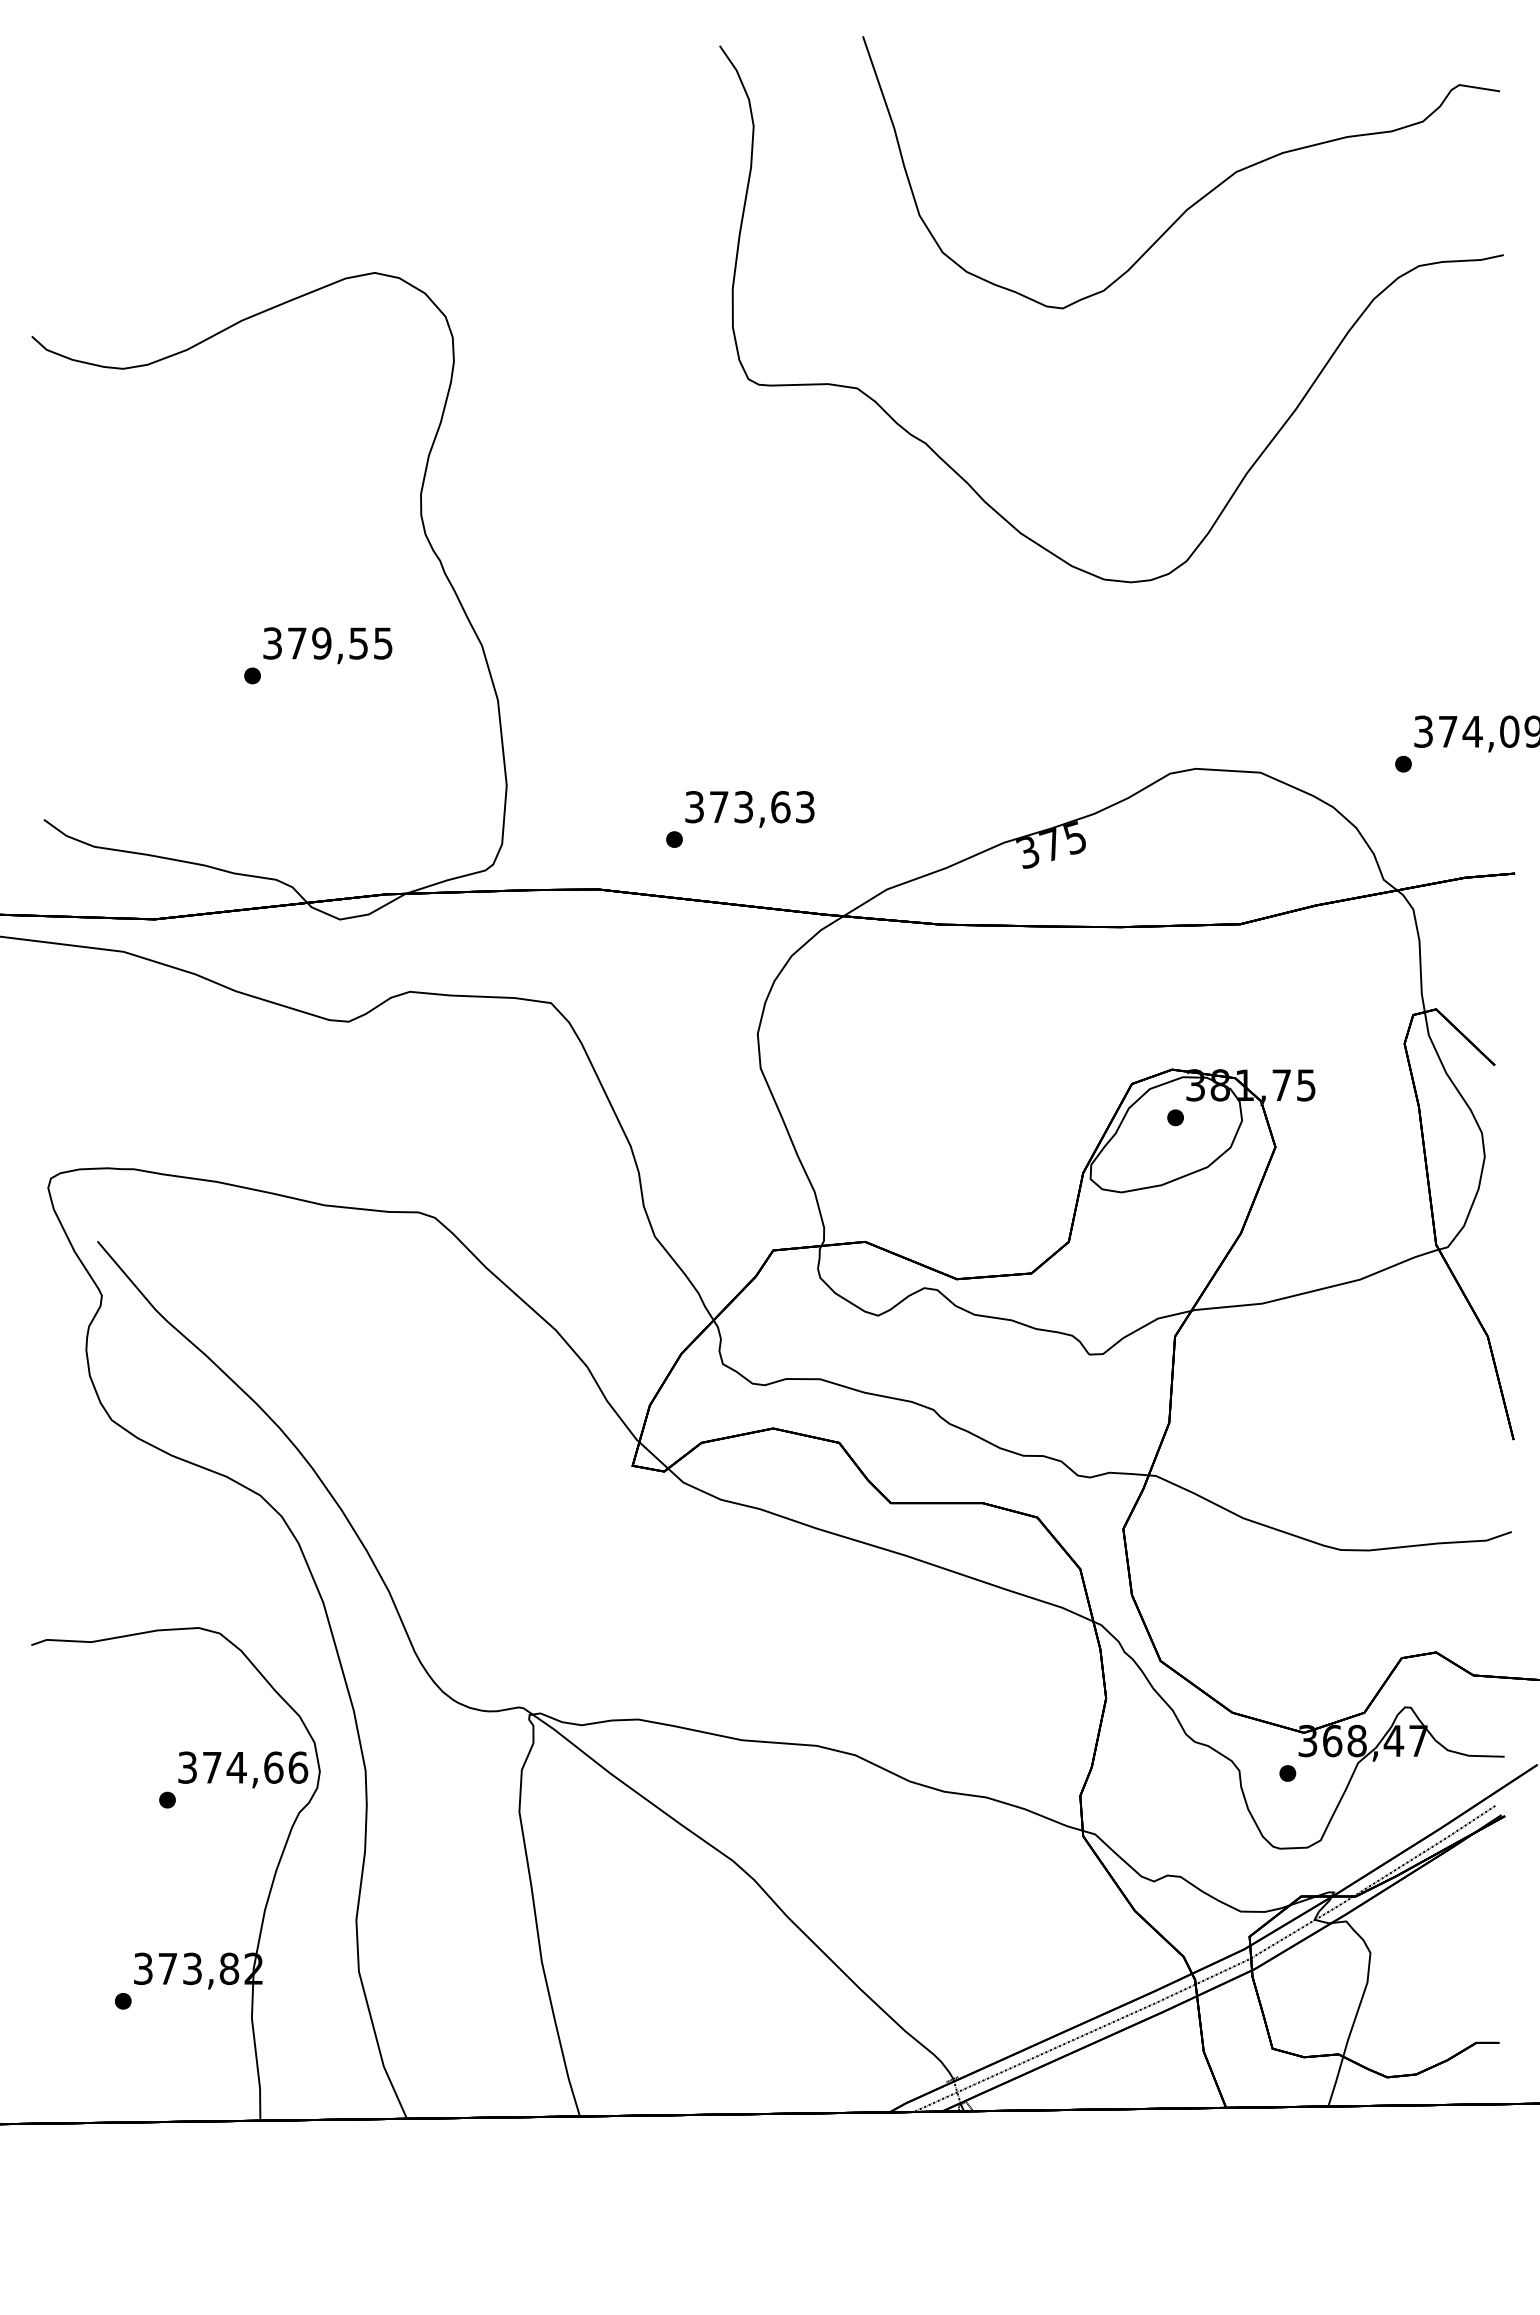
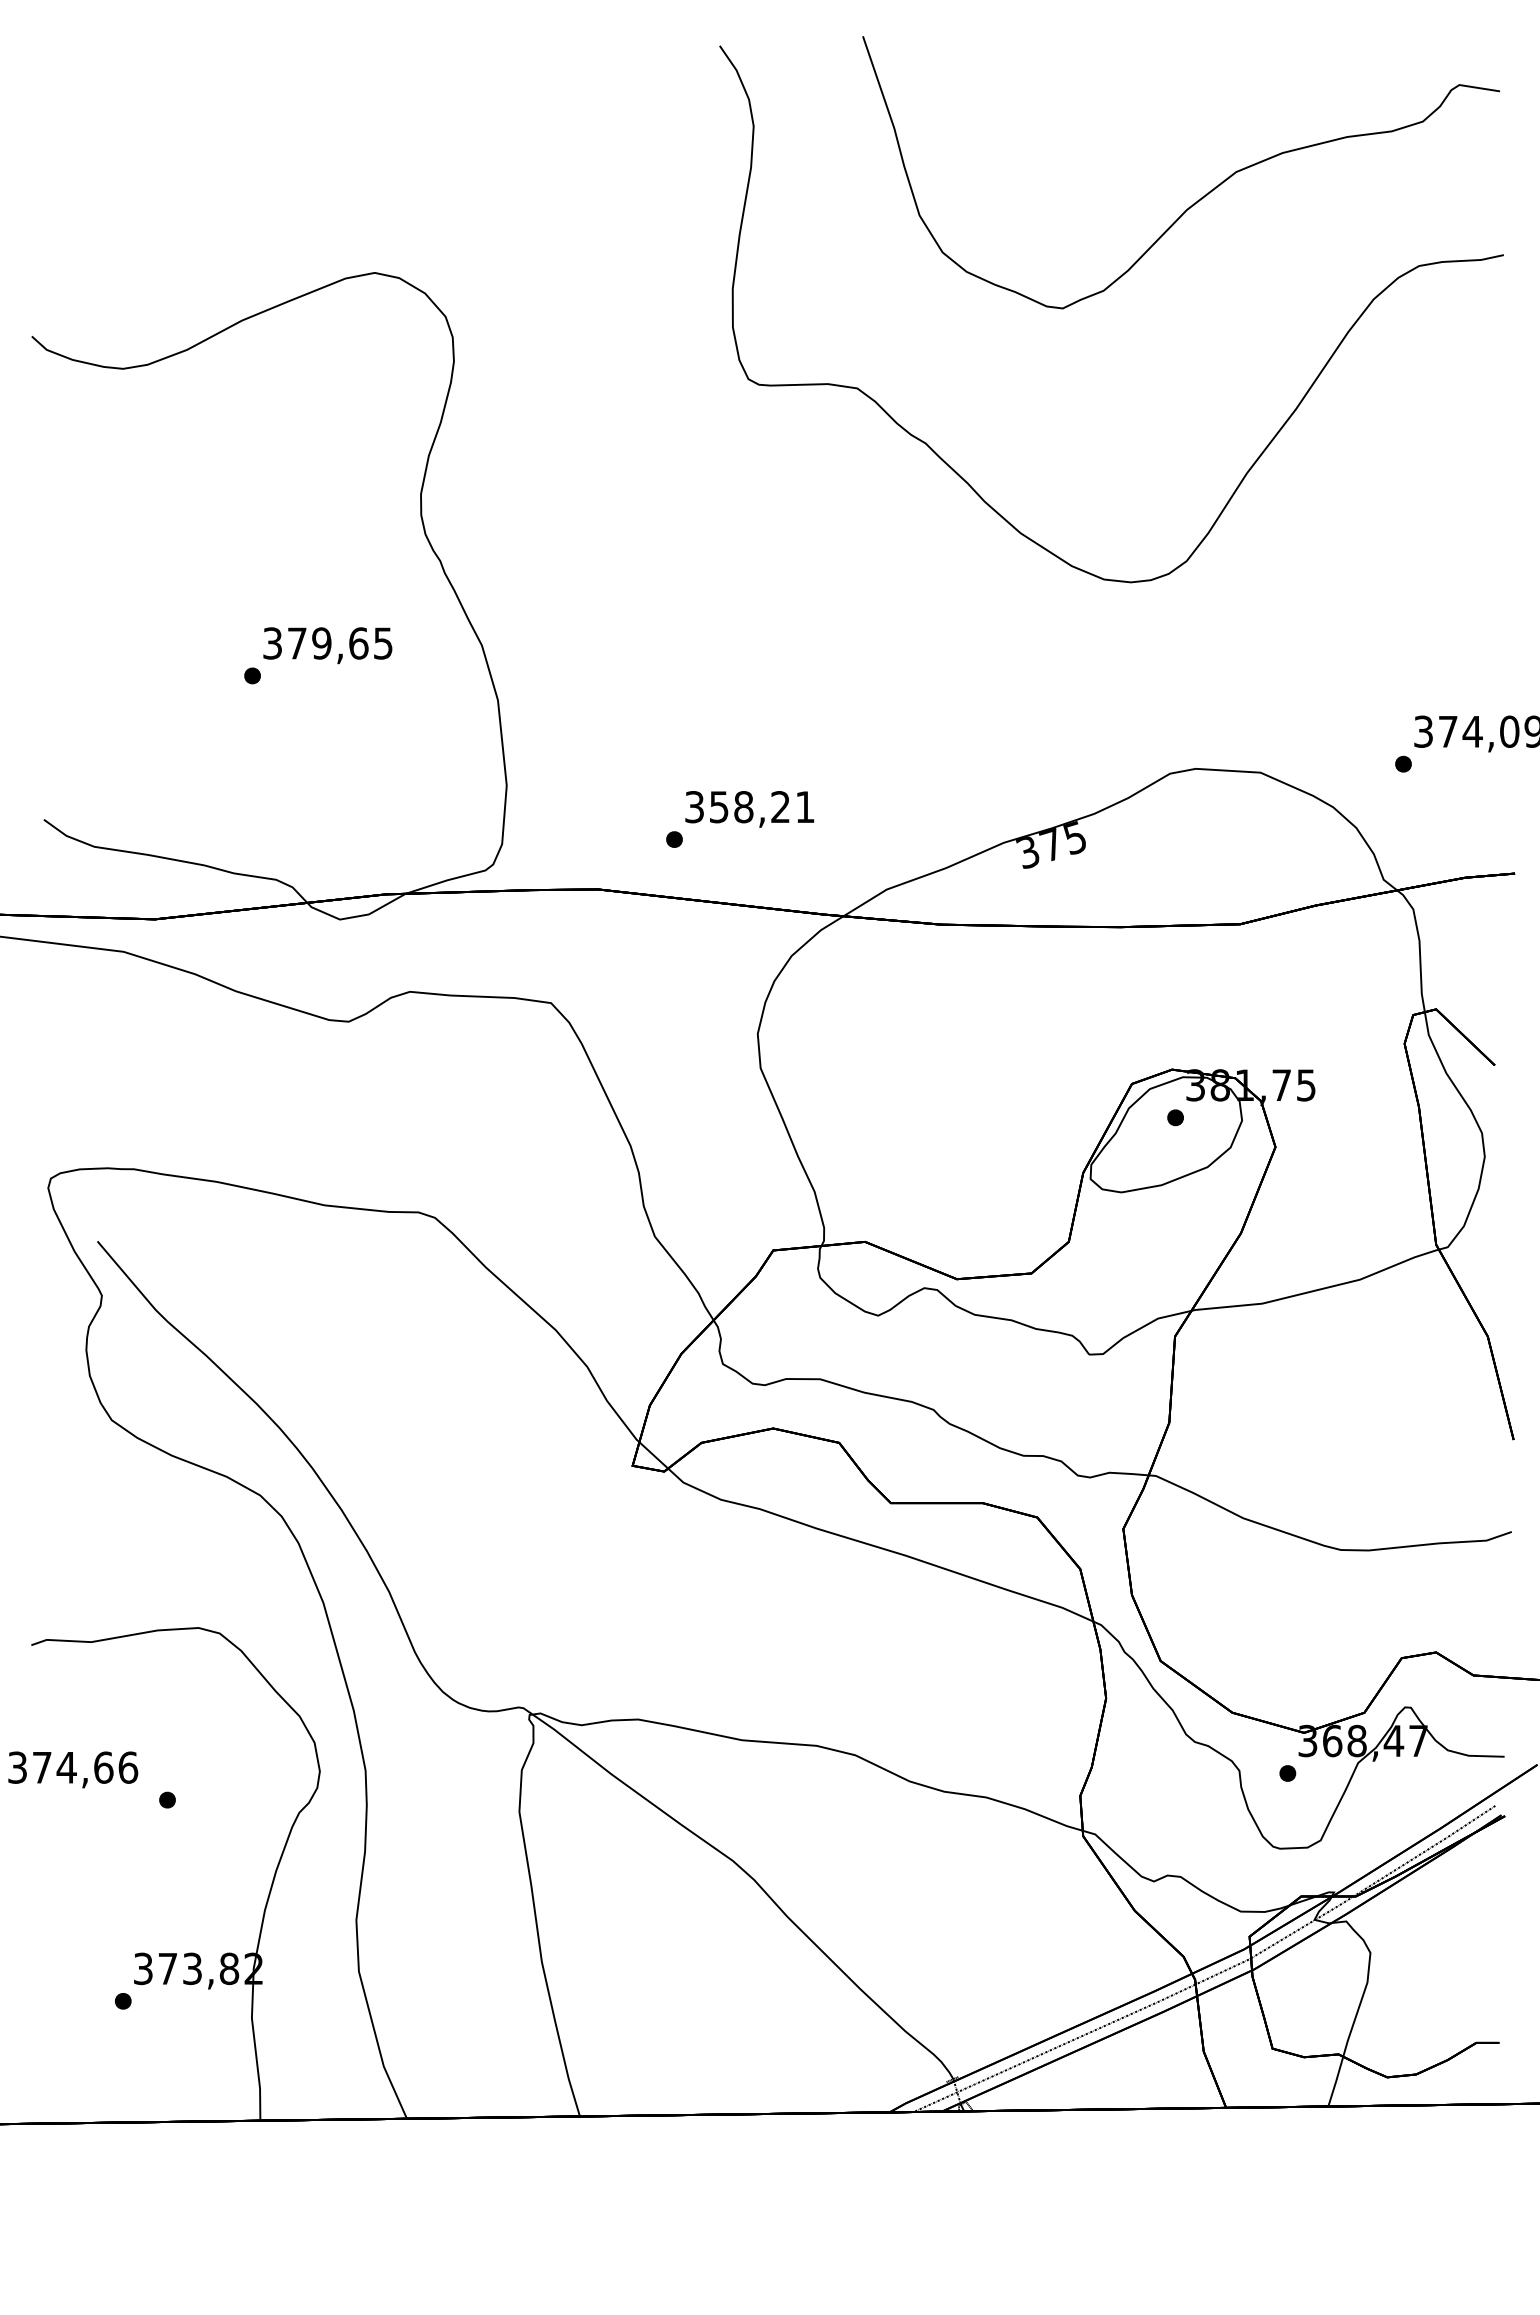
text at (358, 643): 379,55 -> 379,65
text at (762, 807): 373,63 -> 358,21
text at (243, 1769) position: (243, 1769) -> (73, 1769)
